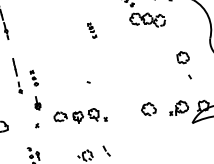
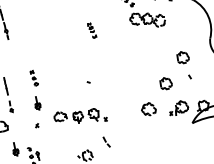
part at (17, 76) position: (17, 76) -> (8, 95)
part at (165, 83): none -> present
part at (15, 149): none -> present
part at (106, 150) position: (106, 150) -> (106, 141)
